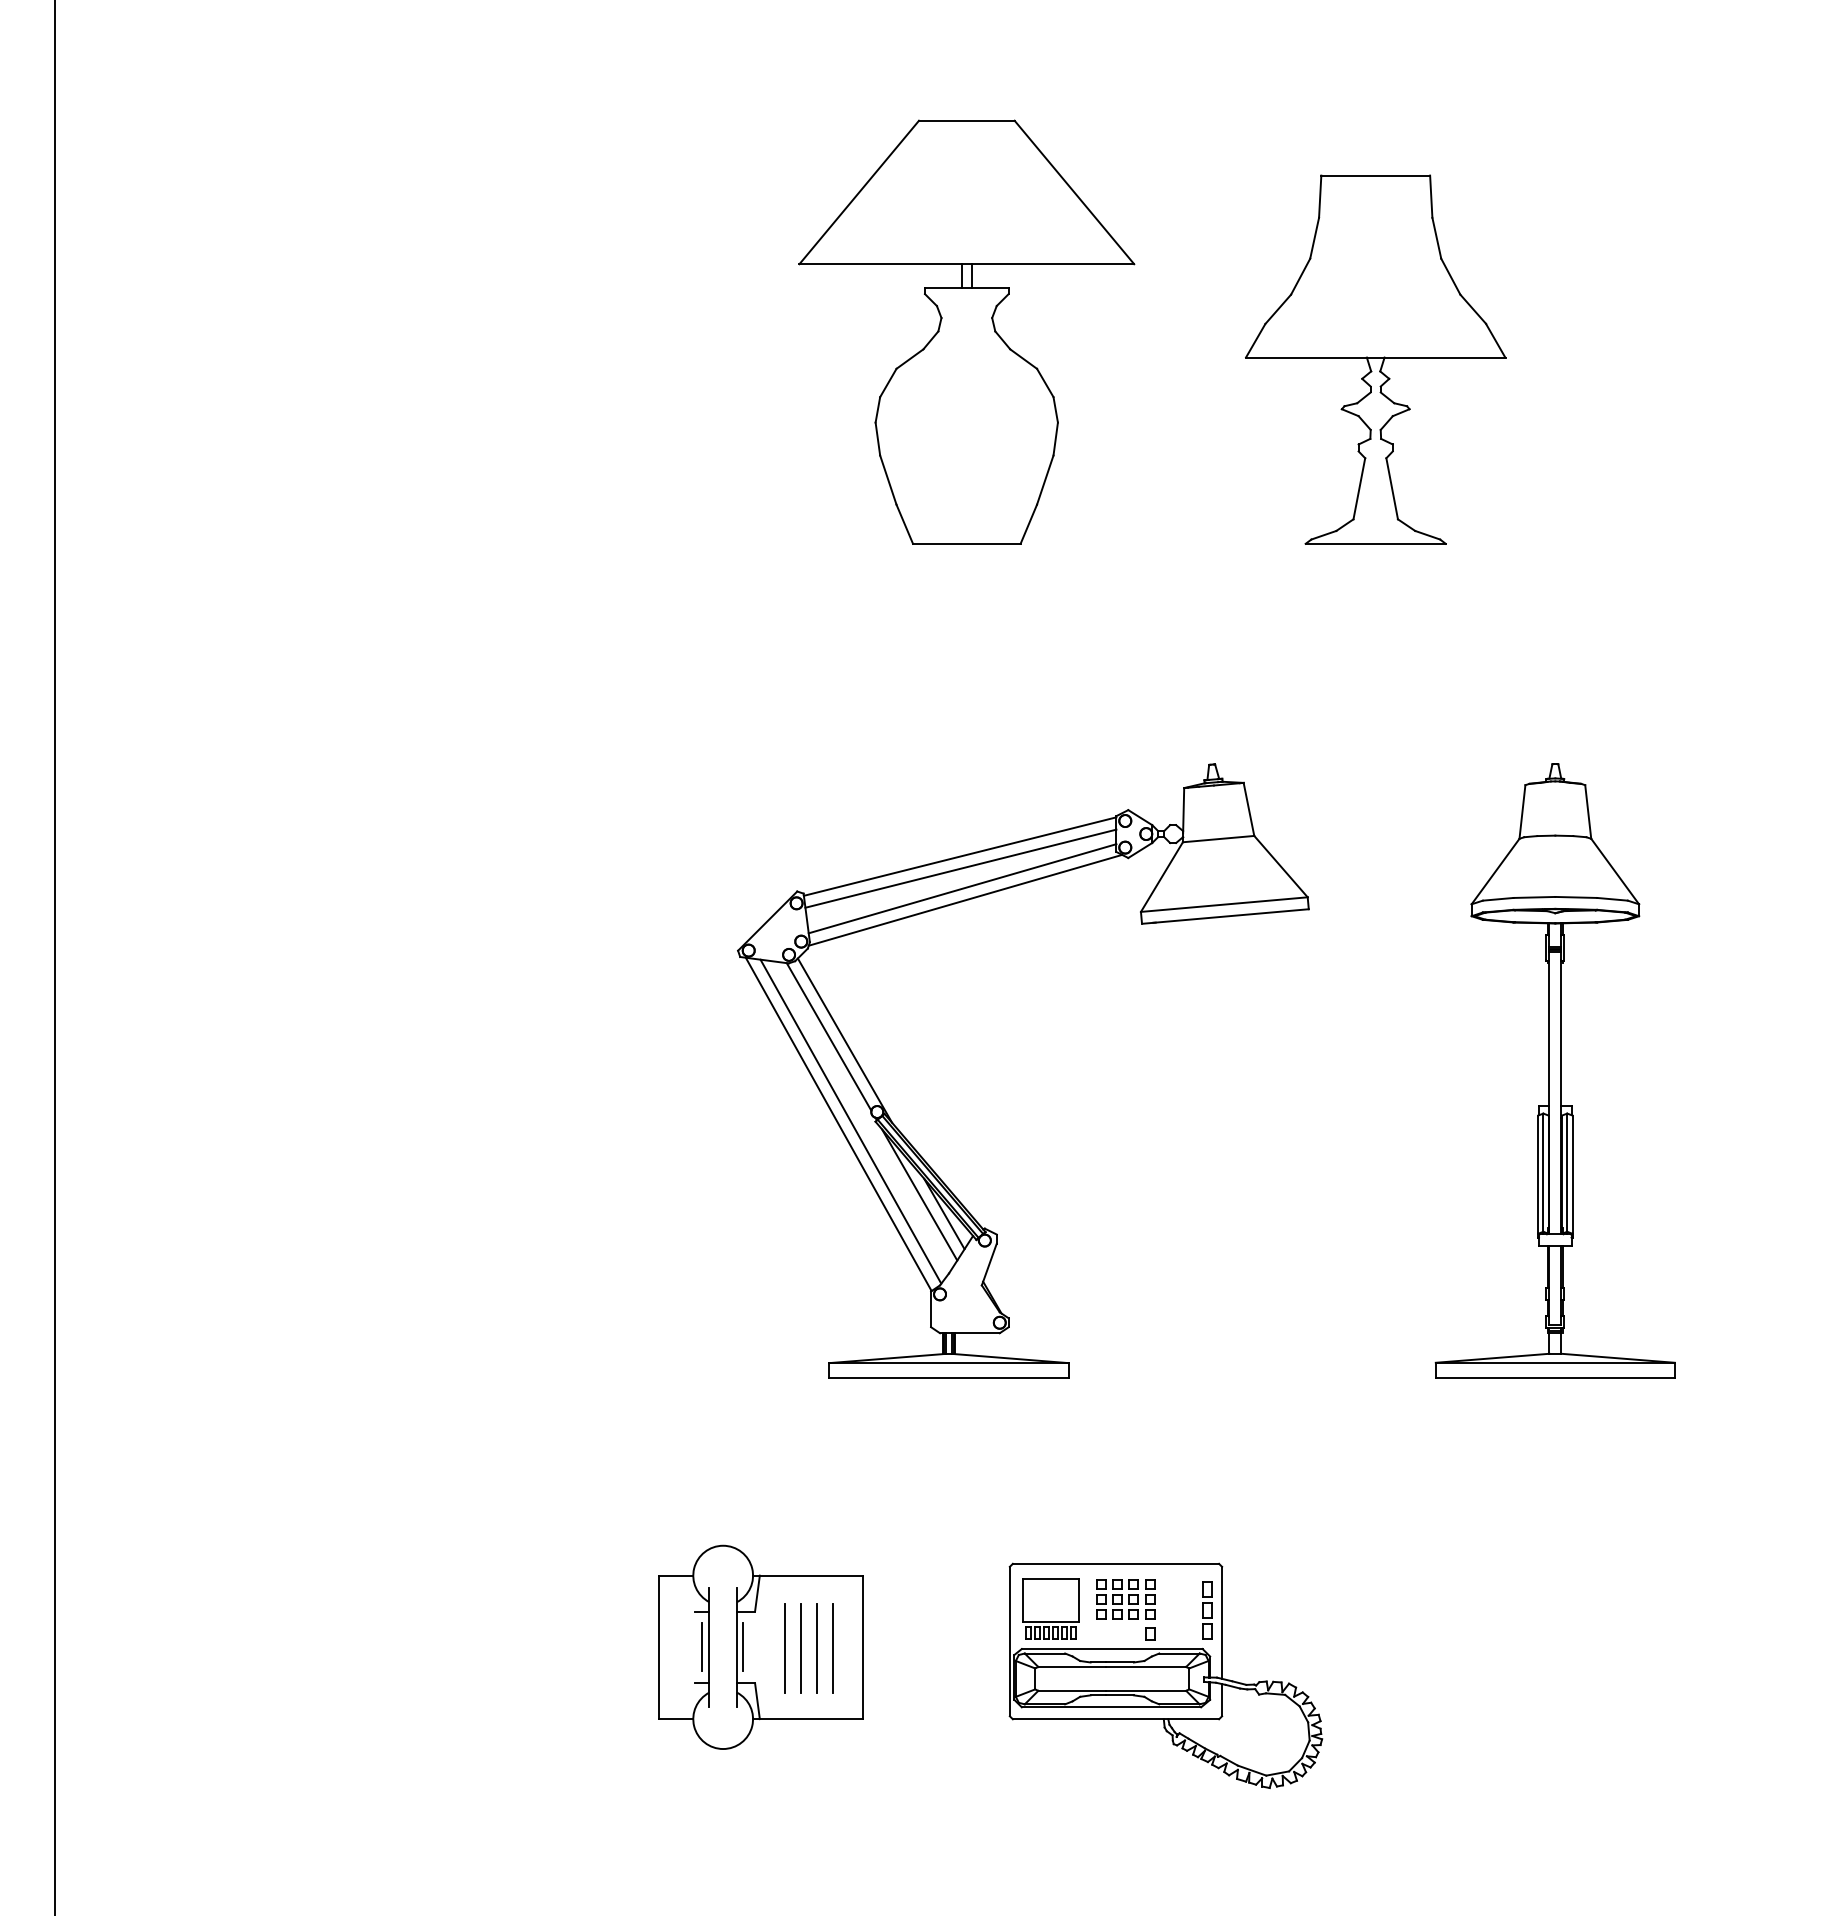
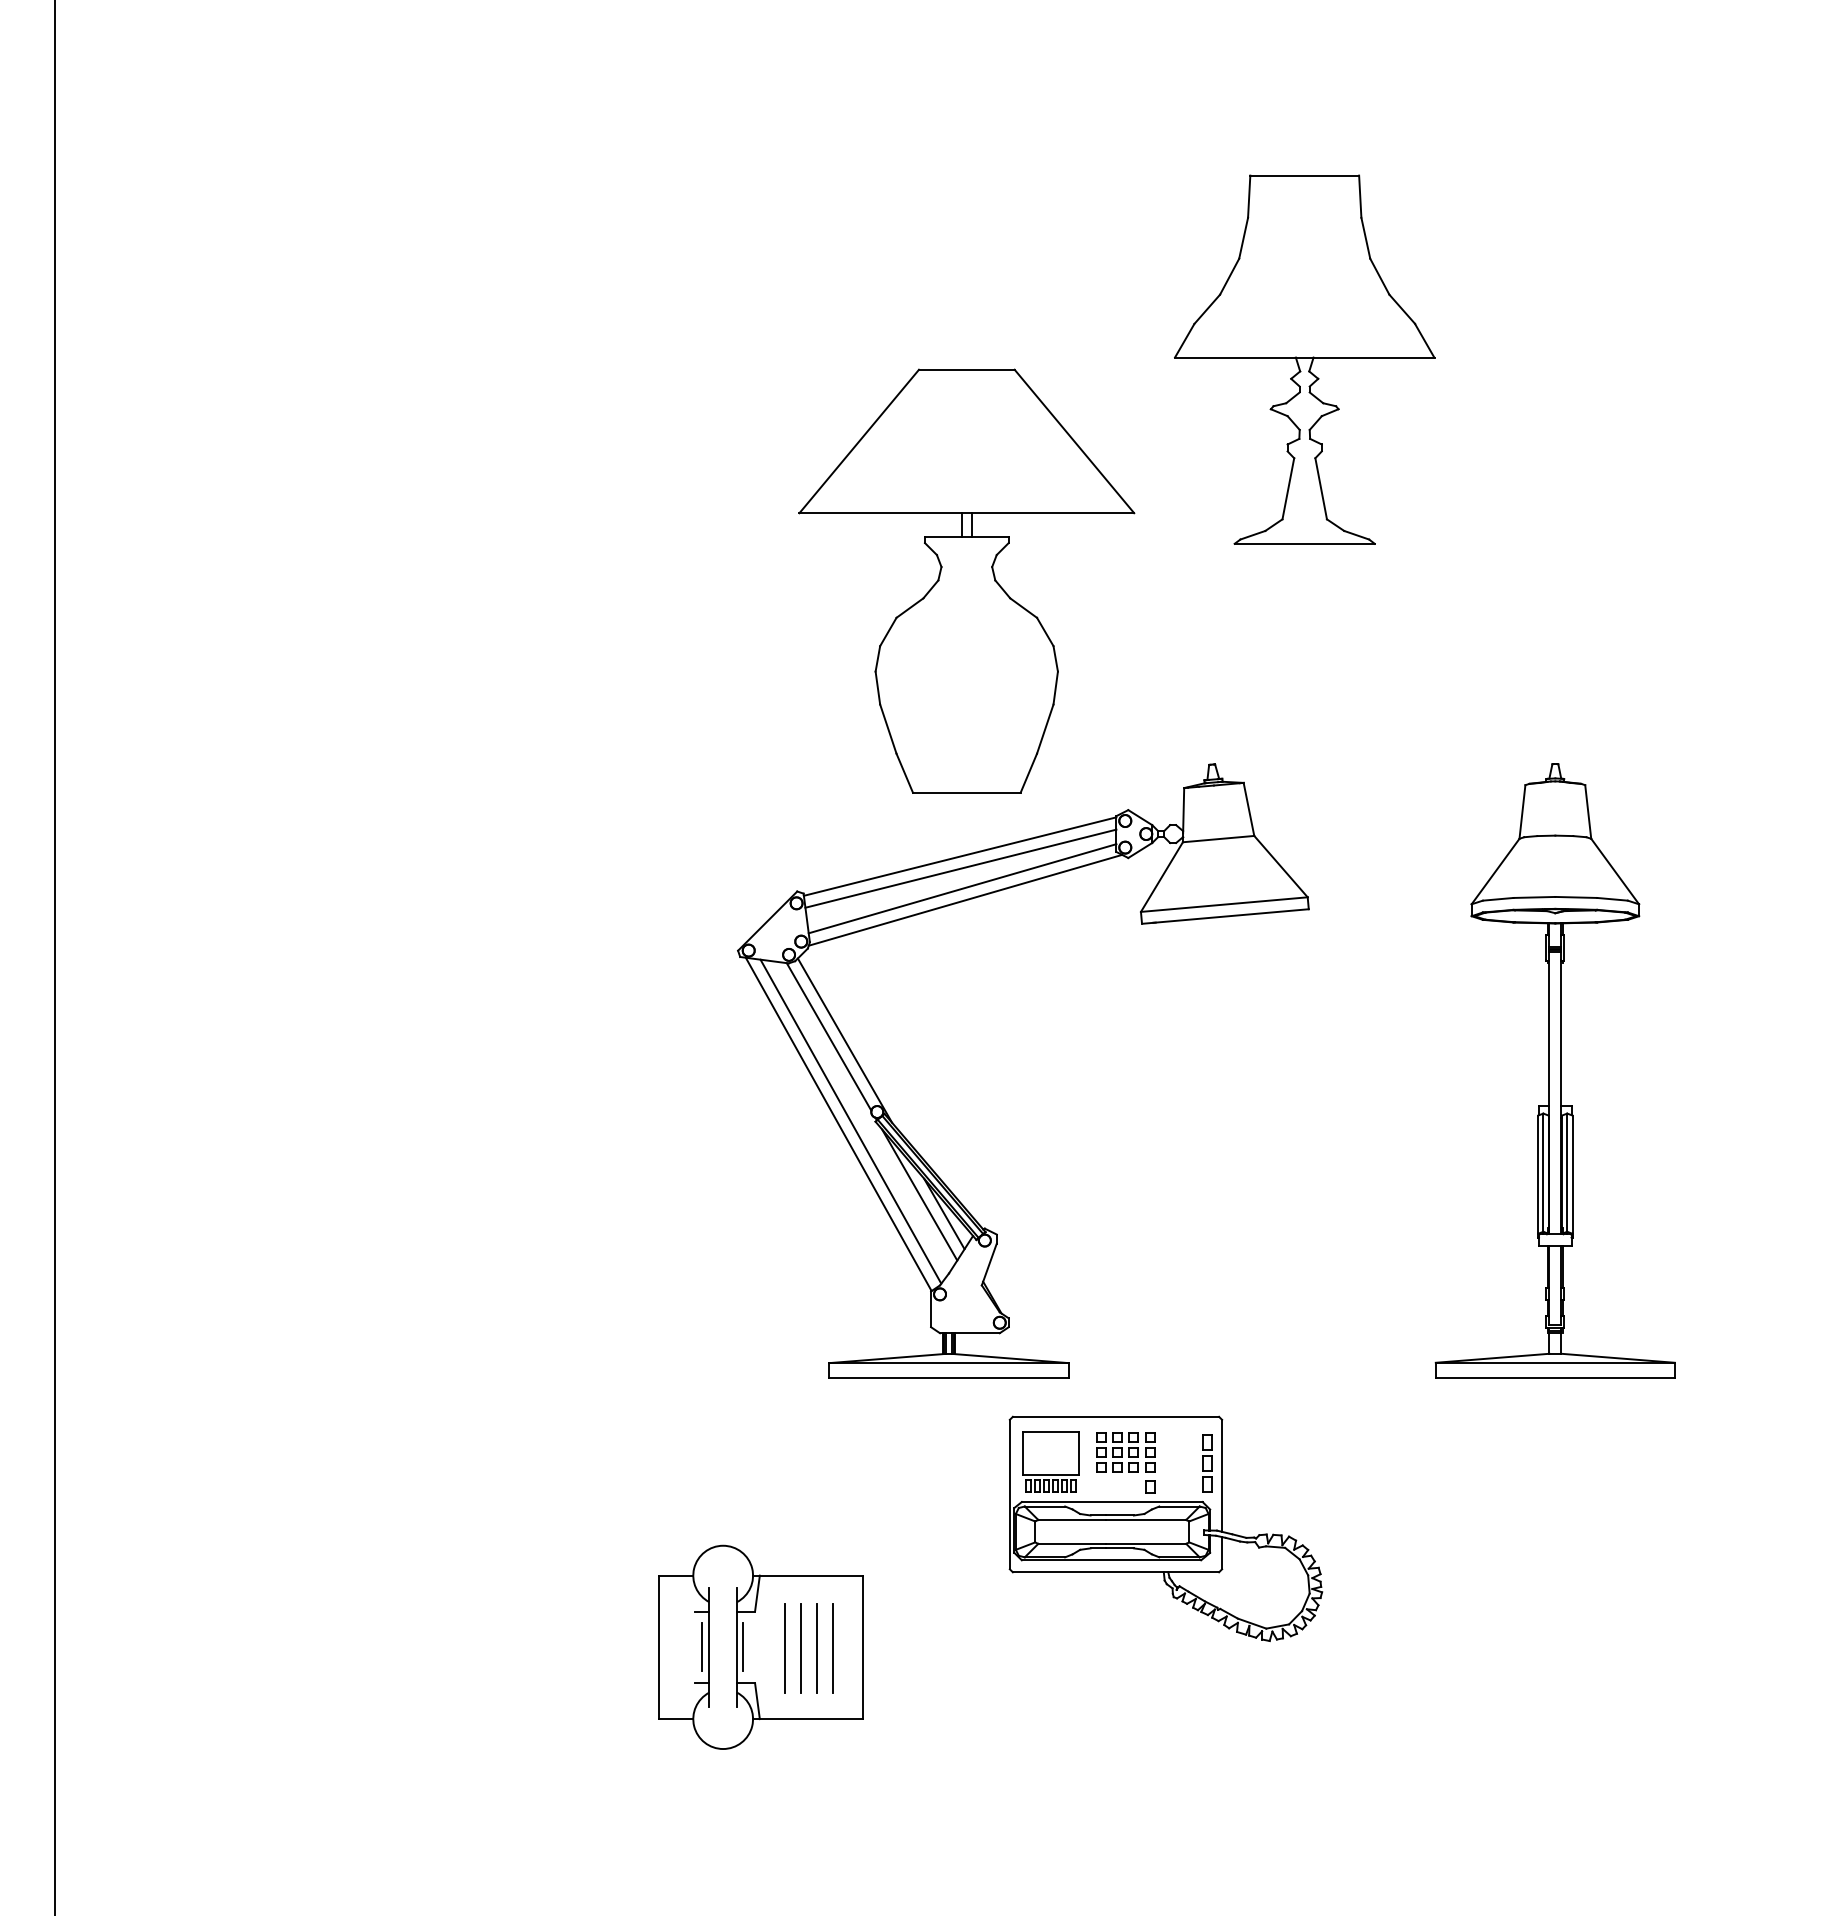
part at (966, 331) position: (966, 331) -> (966, 580)
part at (1375, 359) position: (1375, 359) -> (1304, 359)
part at (1165, 1675) position: (1165, 1675) -> (1165, 1528)
